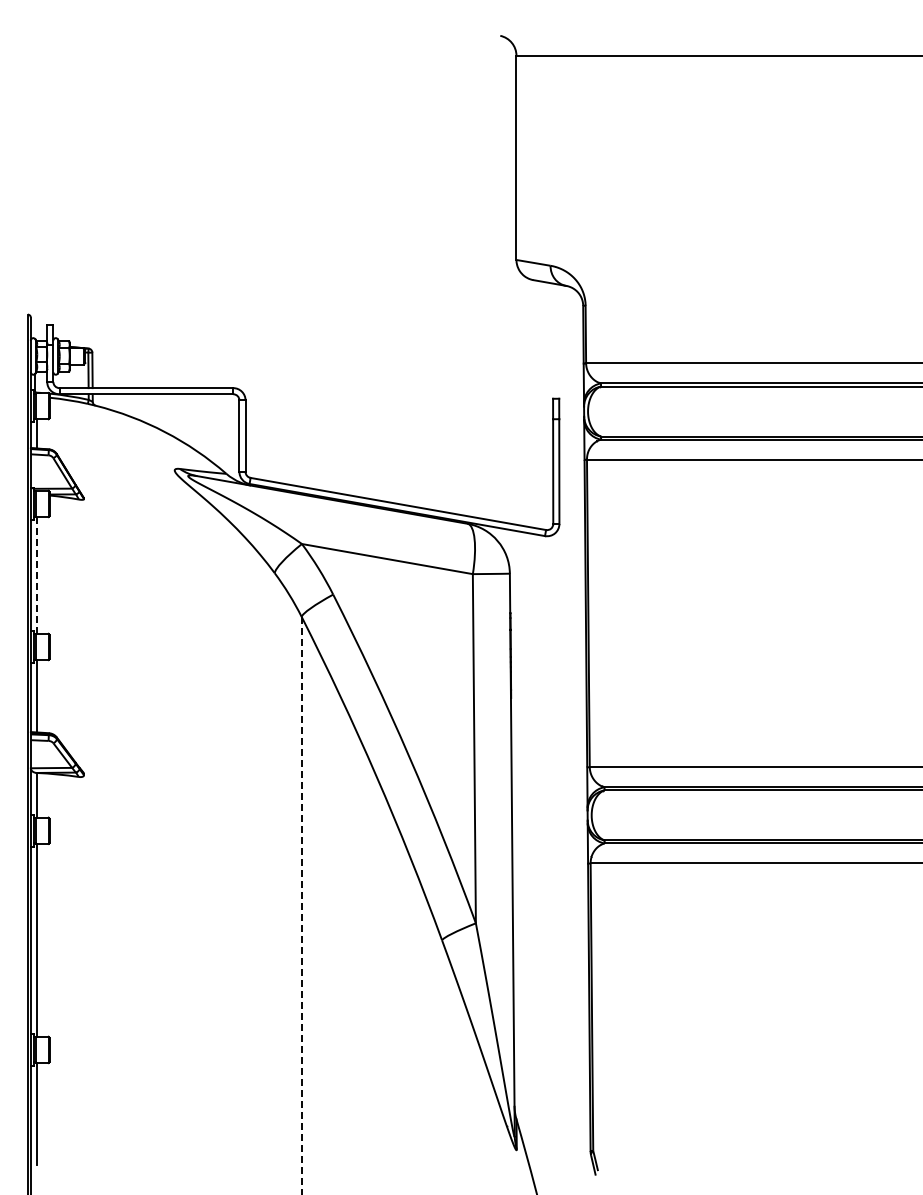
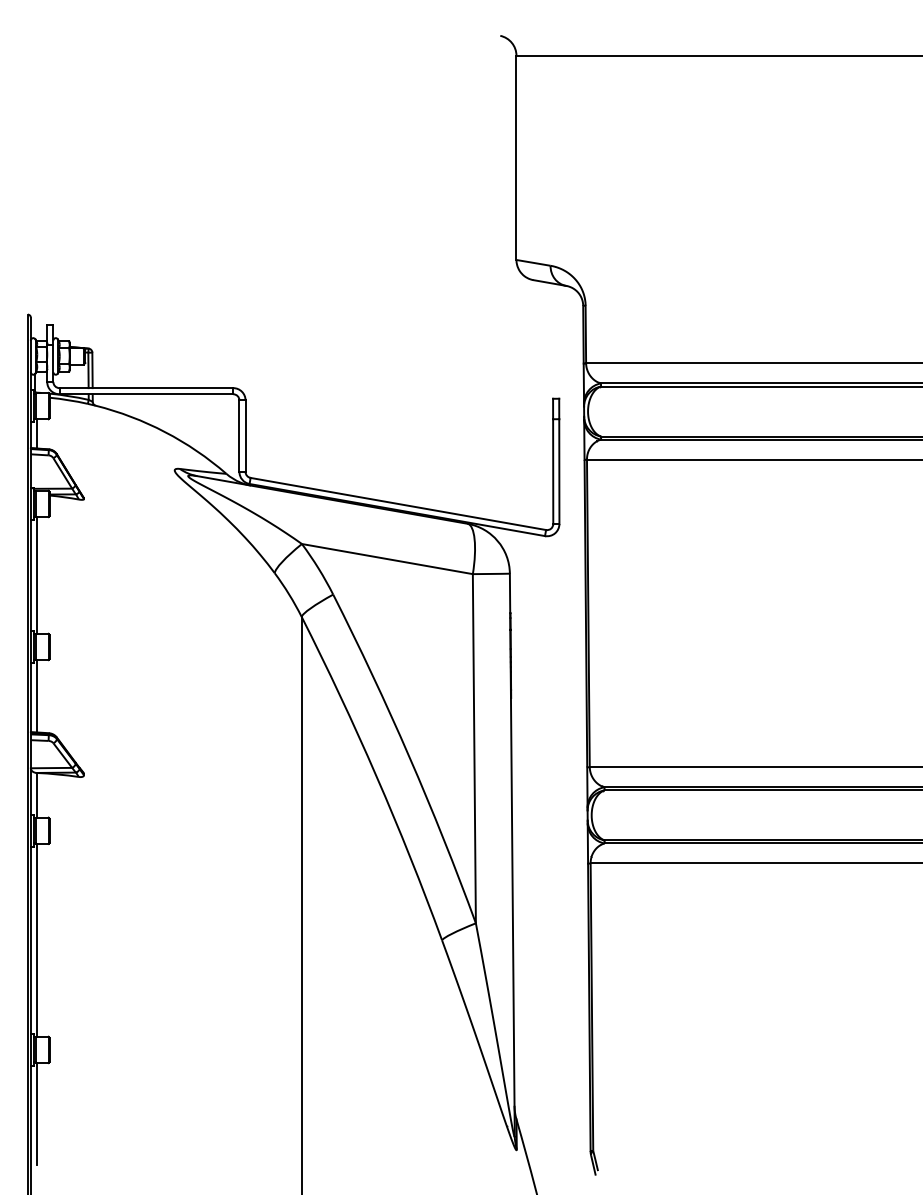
line at (36, 574): dashed -> solid
line at (301, 905): dashed -> solid
